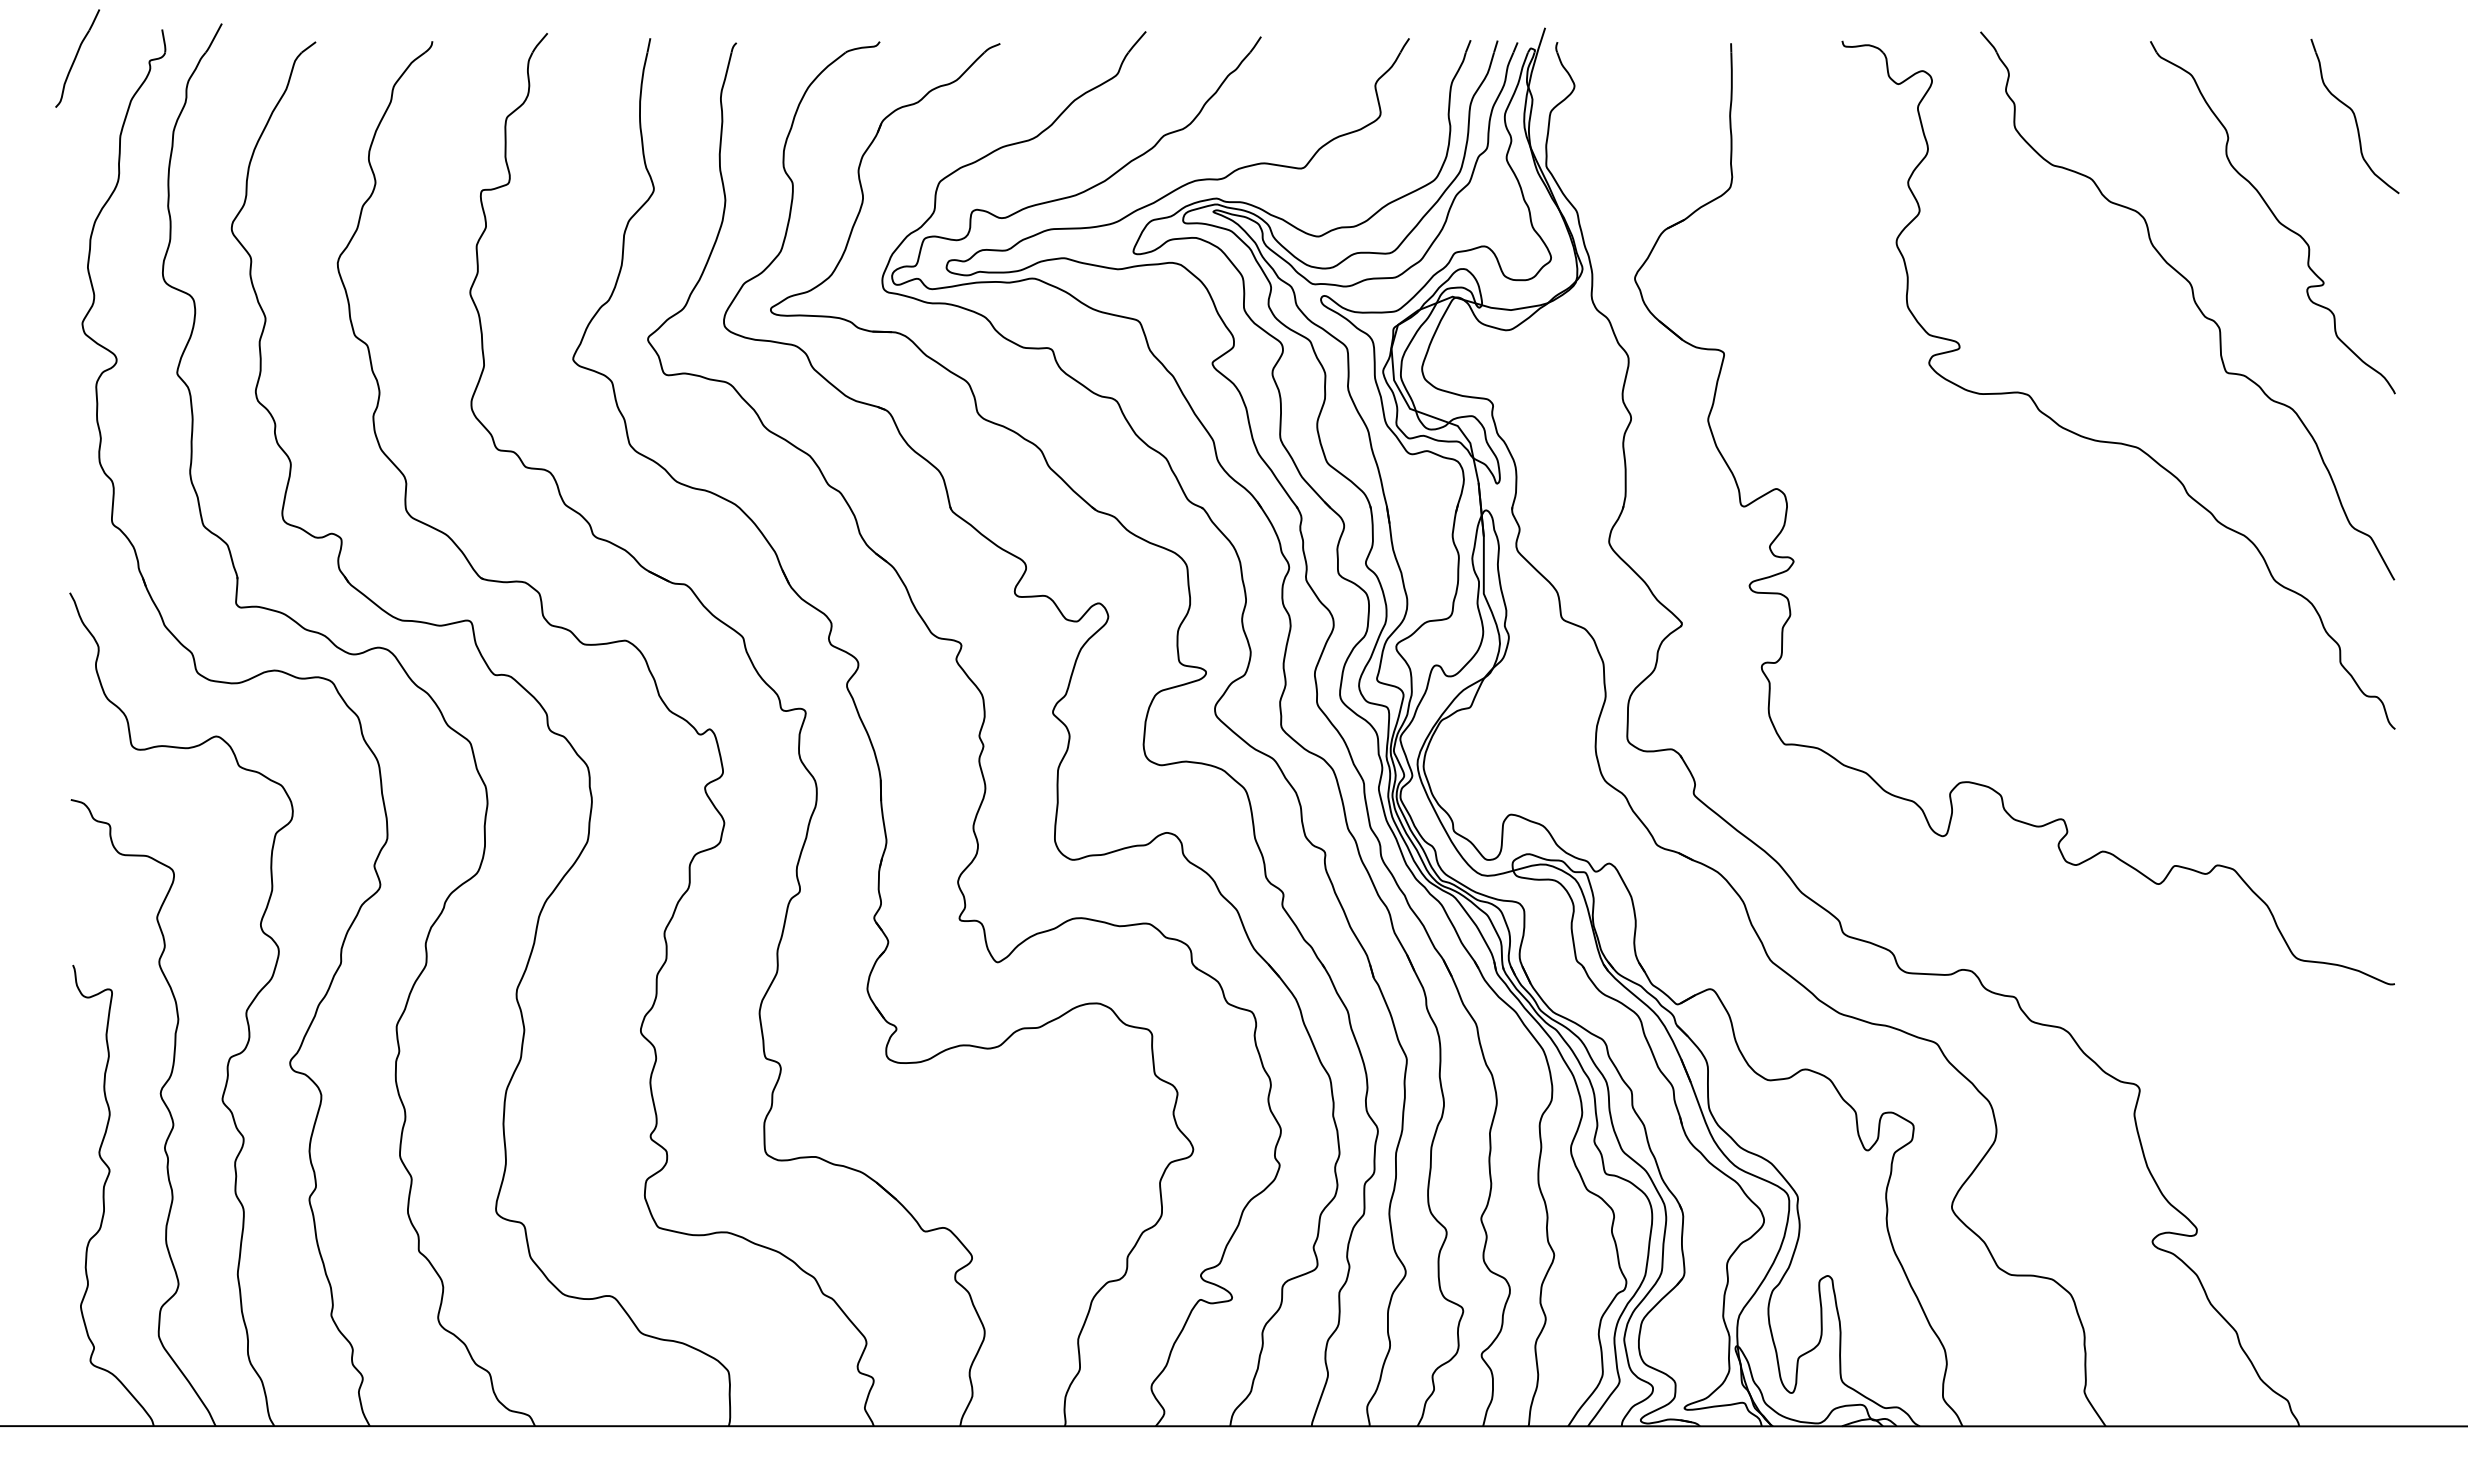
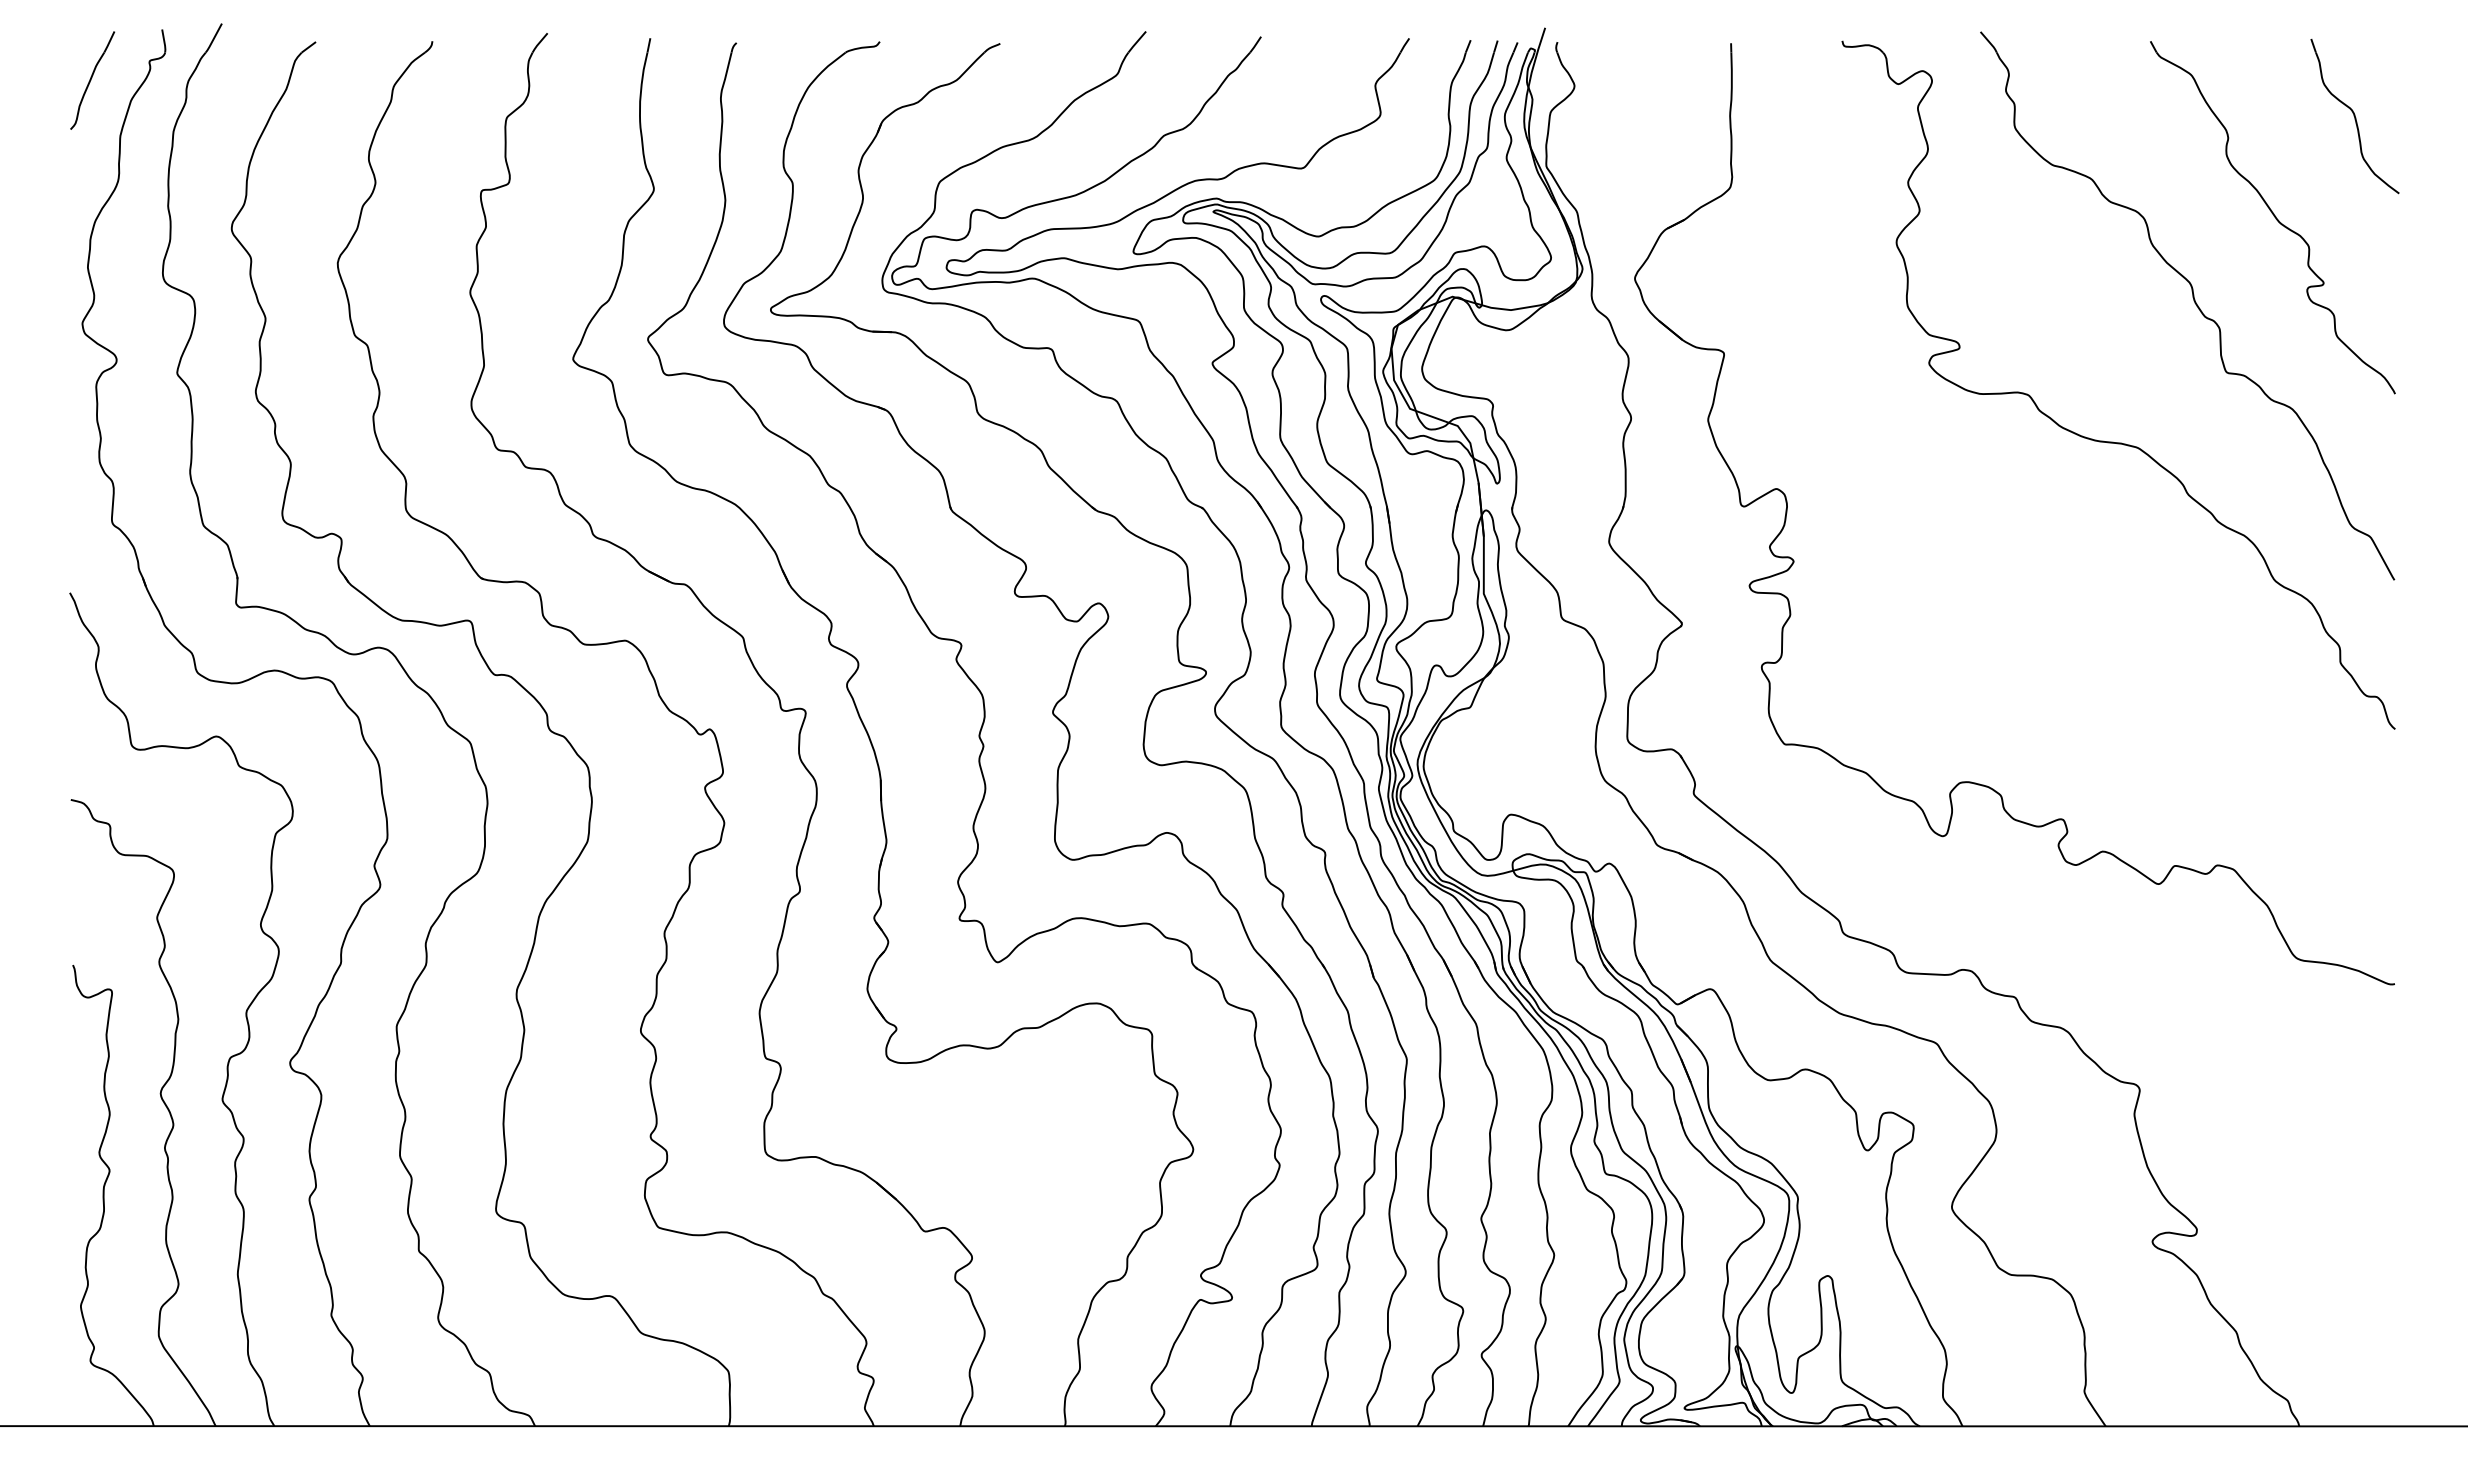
part at (77, 58) position: (77, 58) -> (92, 80)
